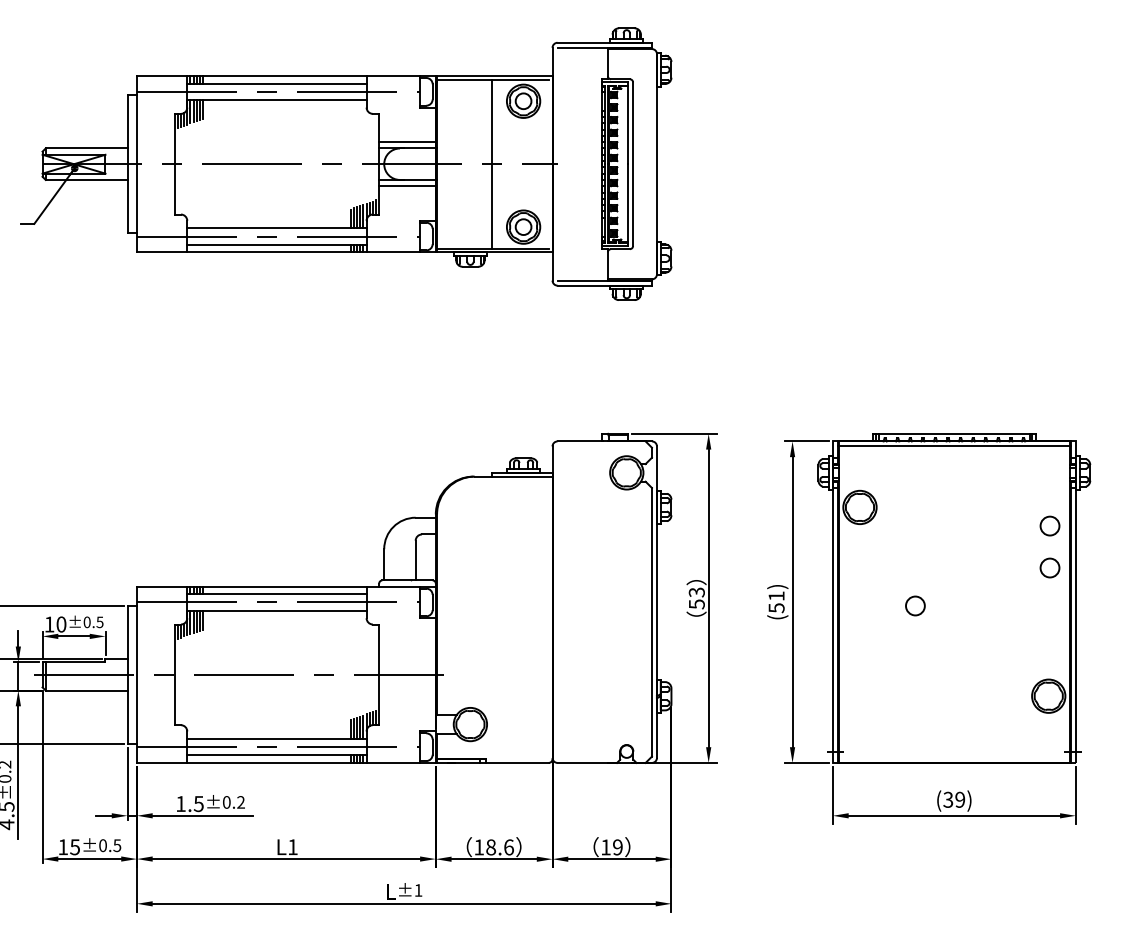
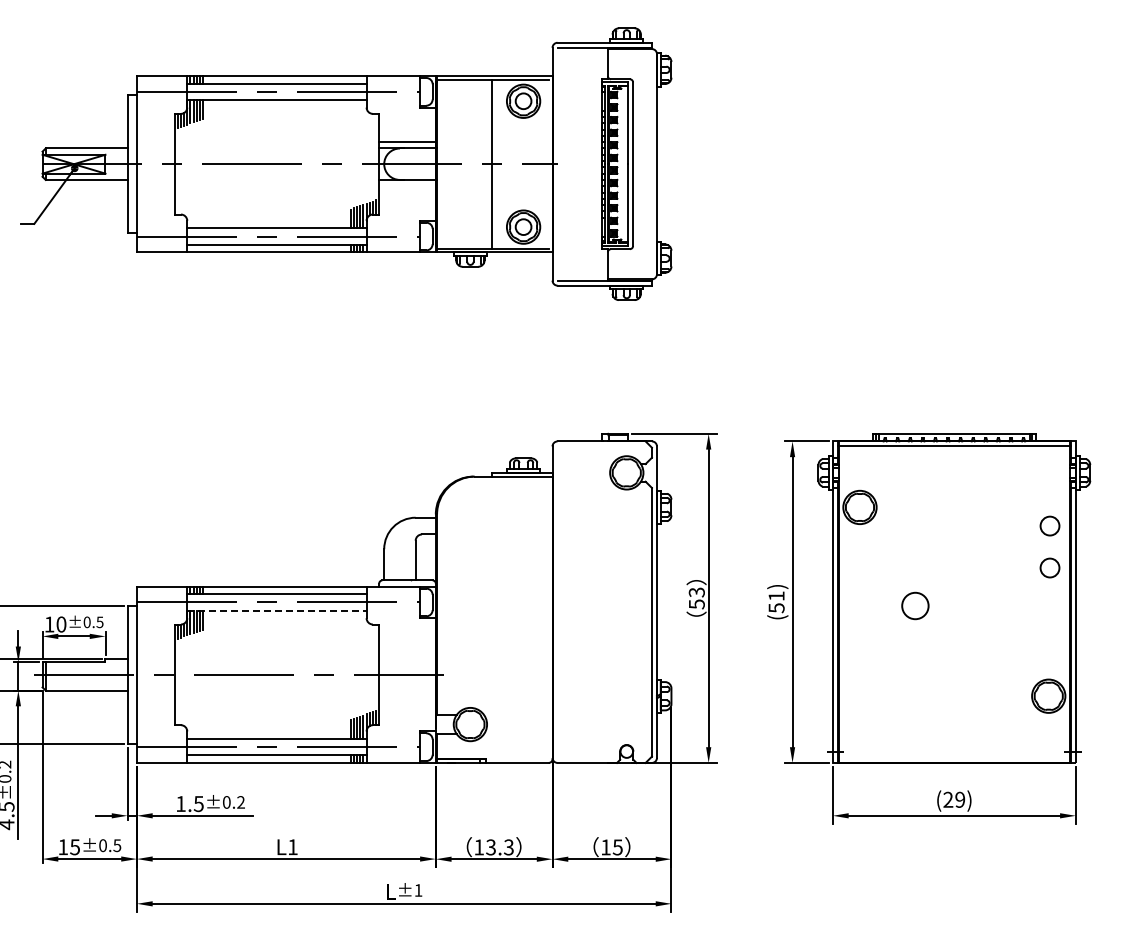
line at (407, 186): present -> none
circle at (915, 605) size: 21x22 px -> 29x30 px
line at (276, 610): solid -> dashed
text at (948, 799): (39) -> (29)
text at (499, 847): 18.6 -> 13.3
text at (617, 847): 19 -> 15
